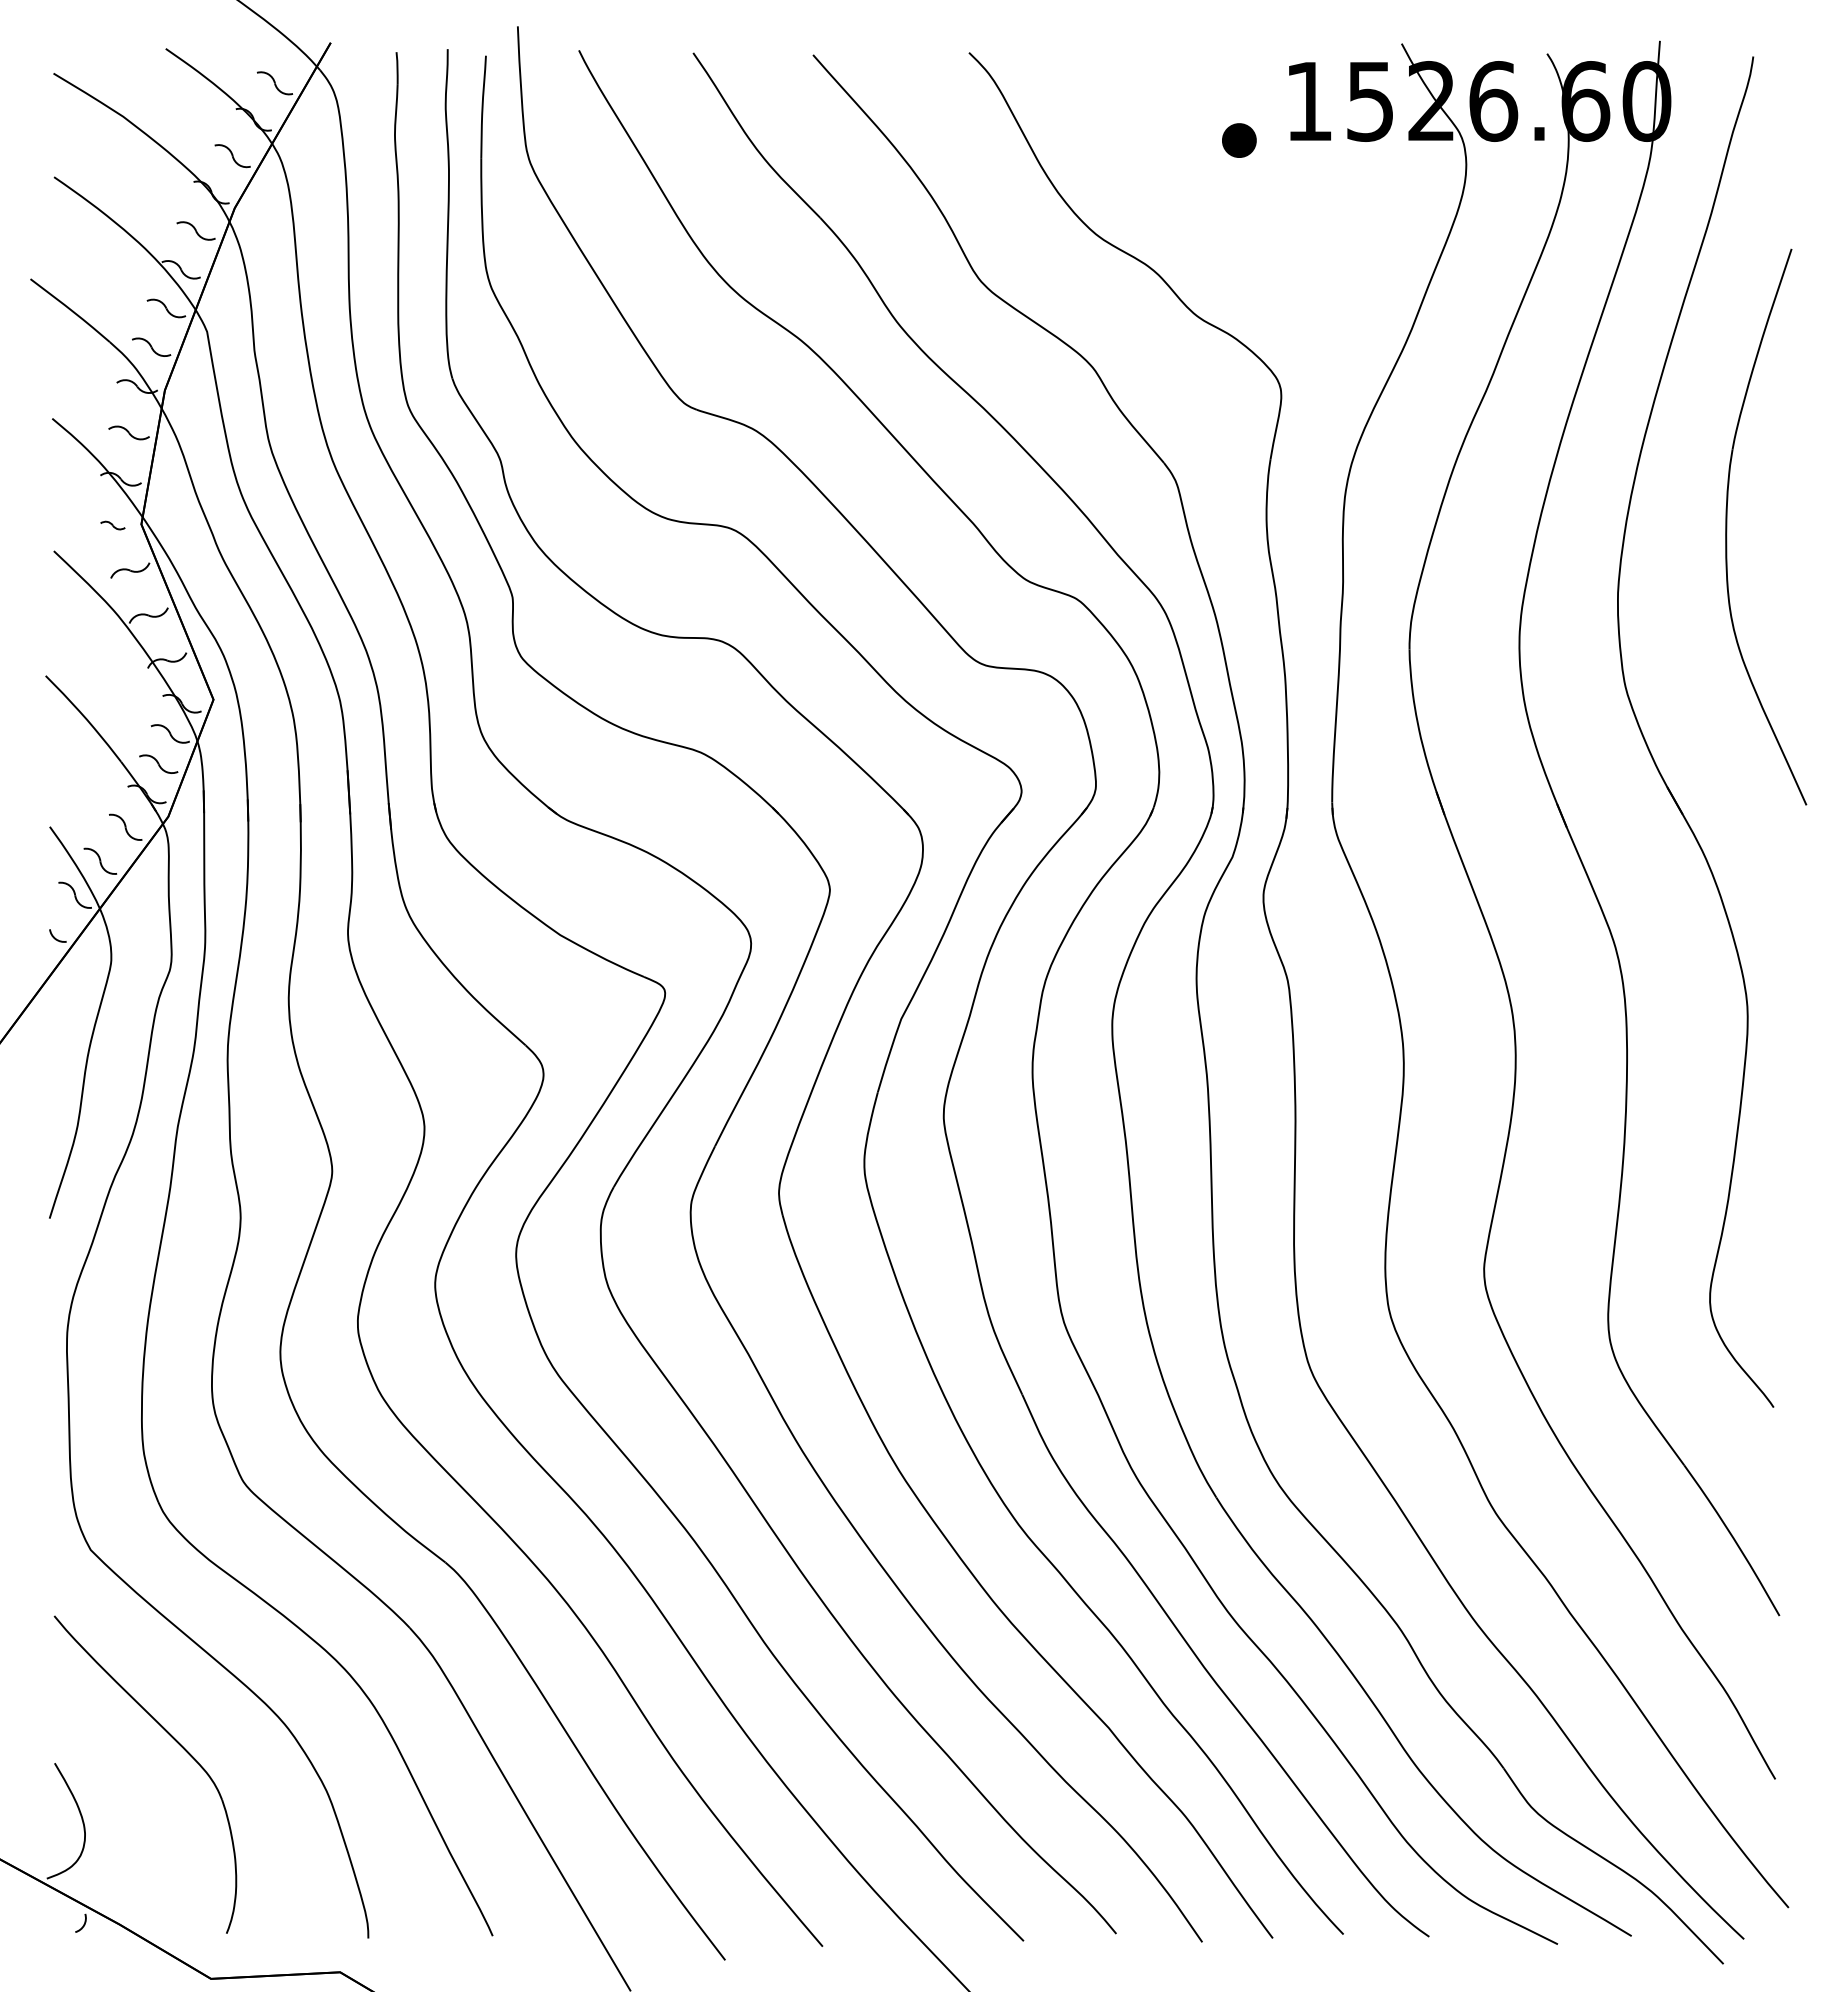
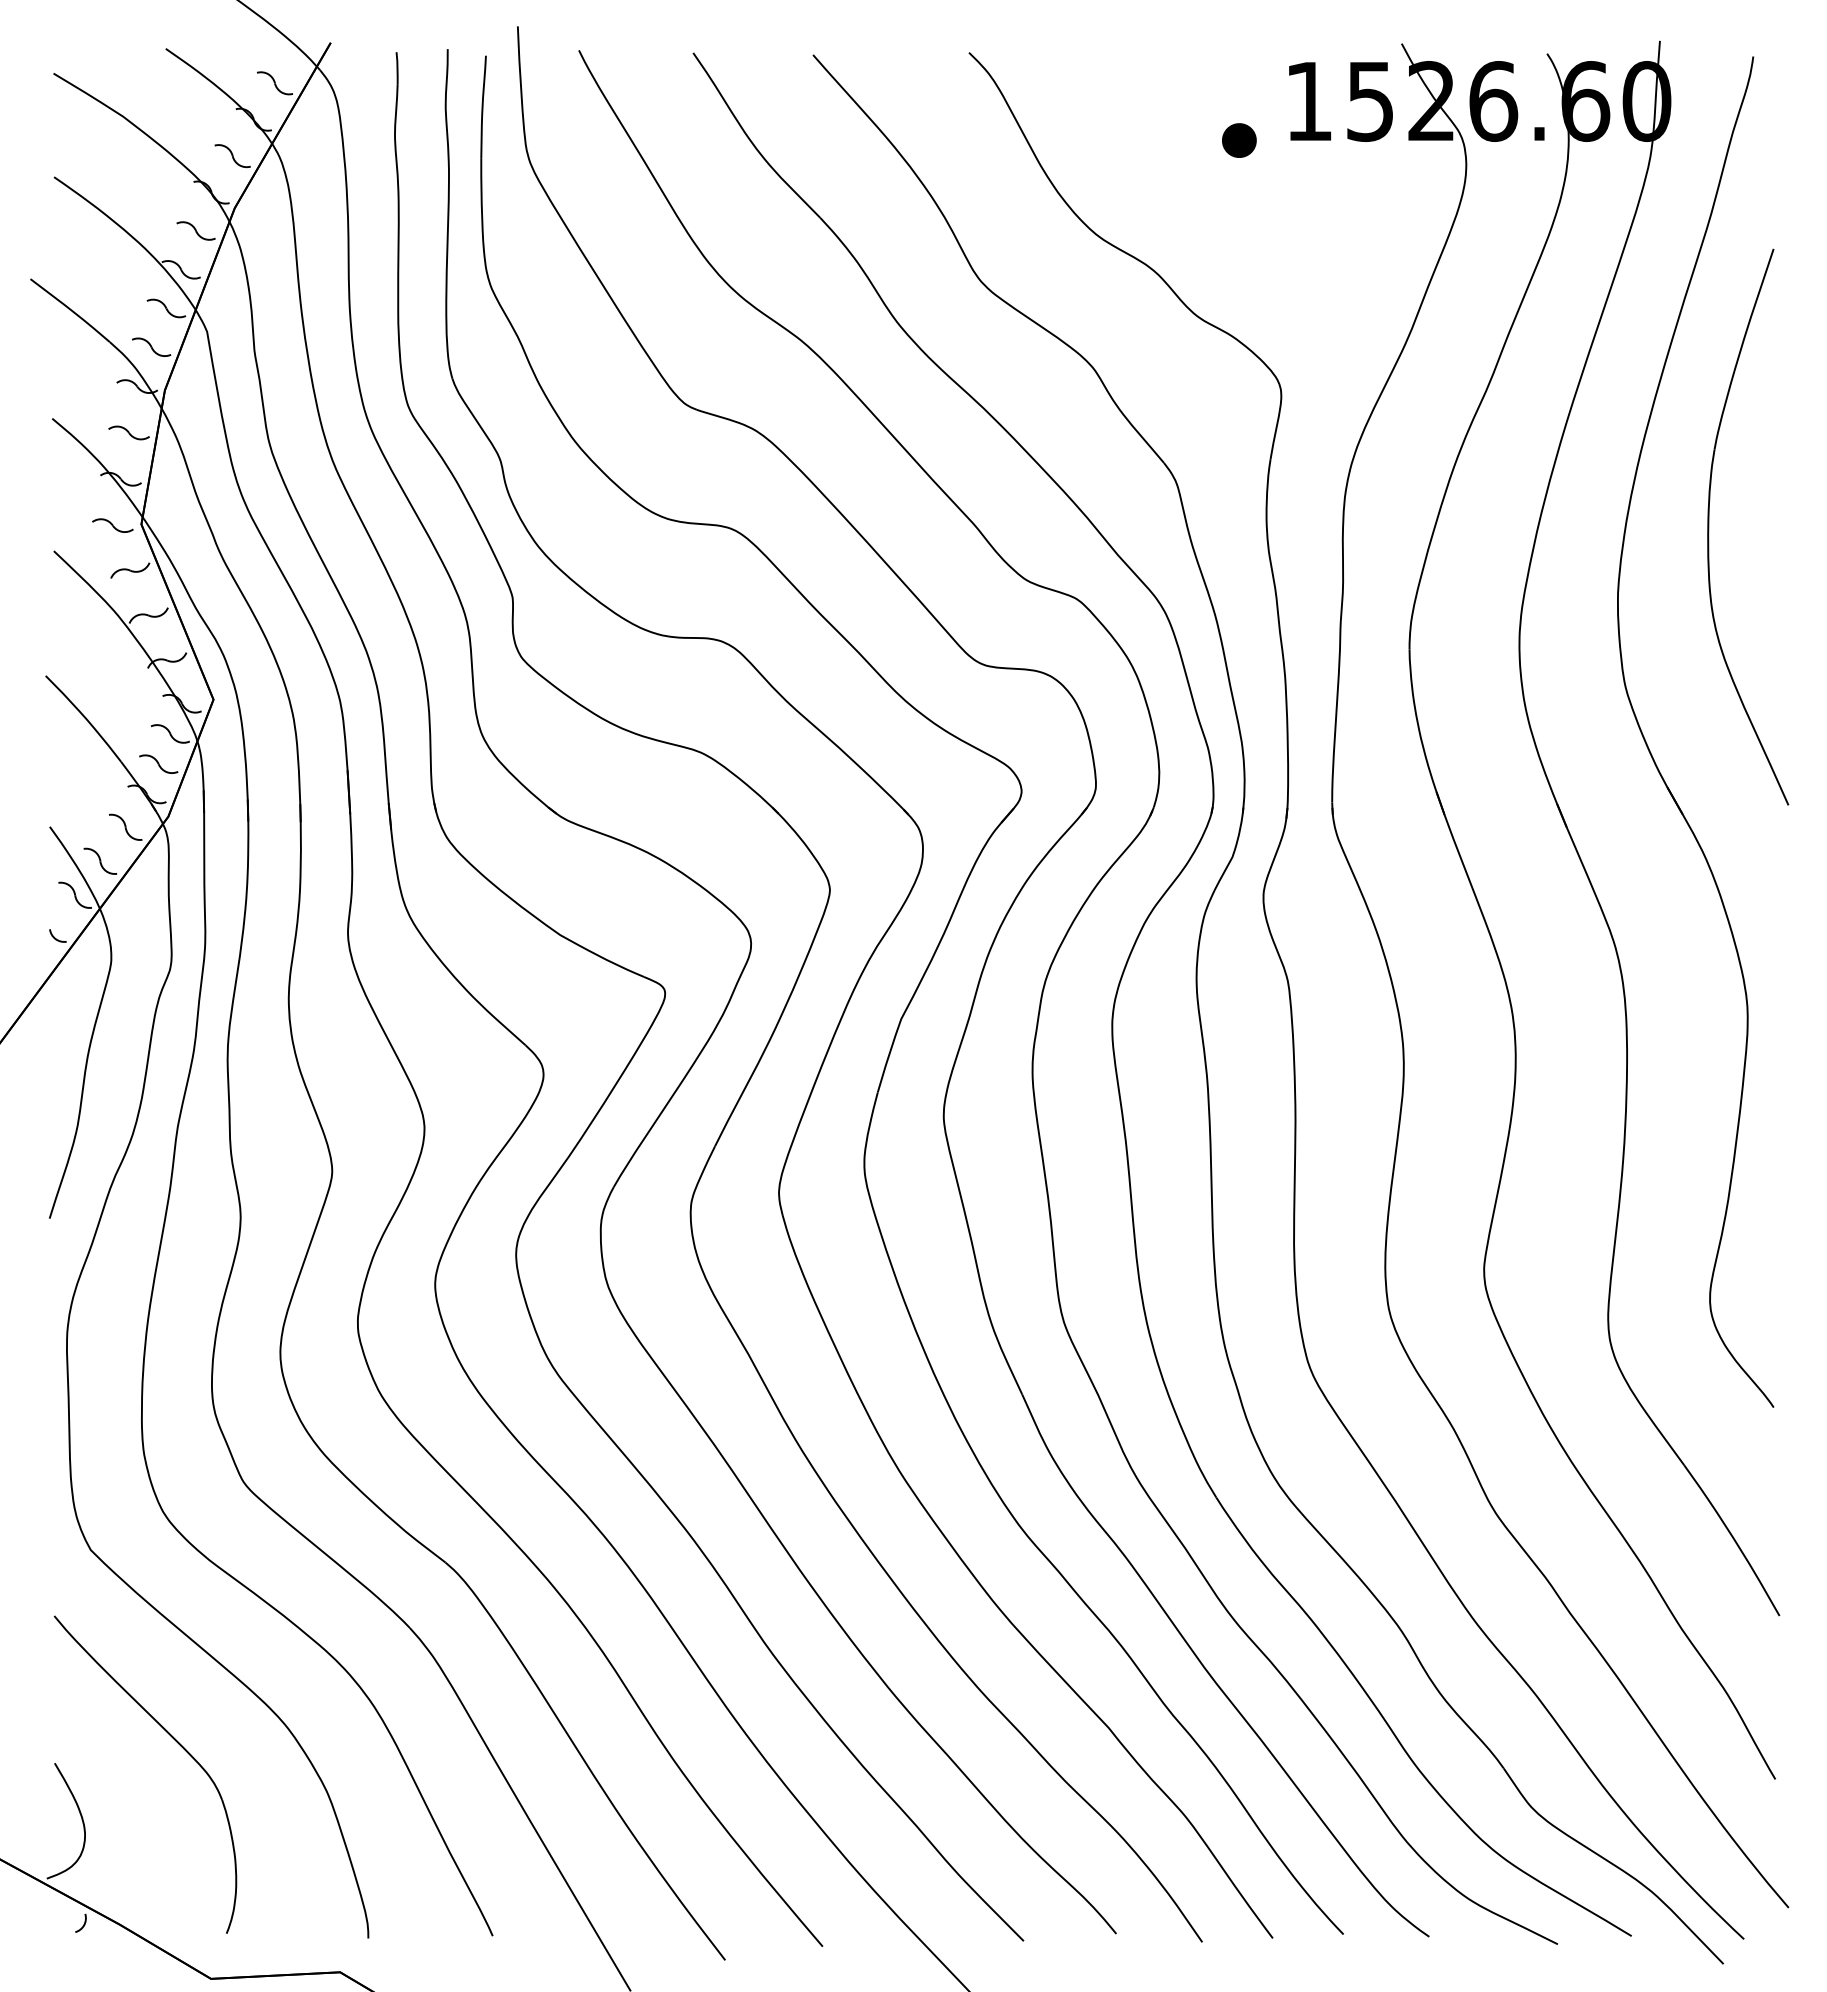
part at (112, 525) size: 26x11 px -> 42x15 px
part at (1727, 526) position: (1727, 526) -> (1709, 526)
